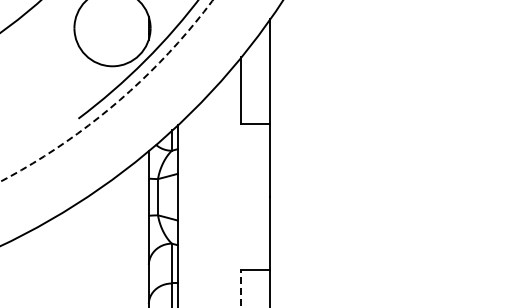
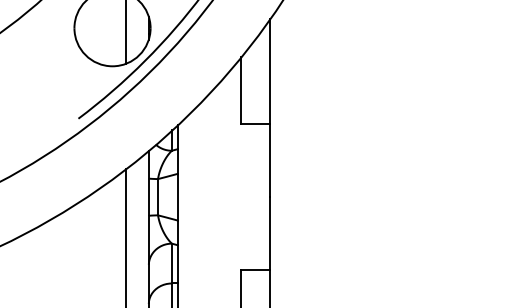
line at (125, 32): none -> present
arc at (117, 102): dashed -> solid
line at (125, 236): none -> present
line at (241, 288): dashed -> solid
